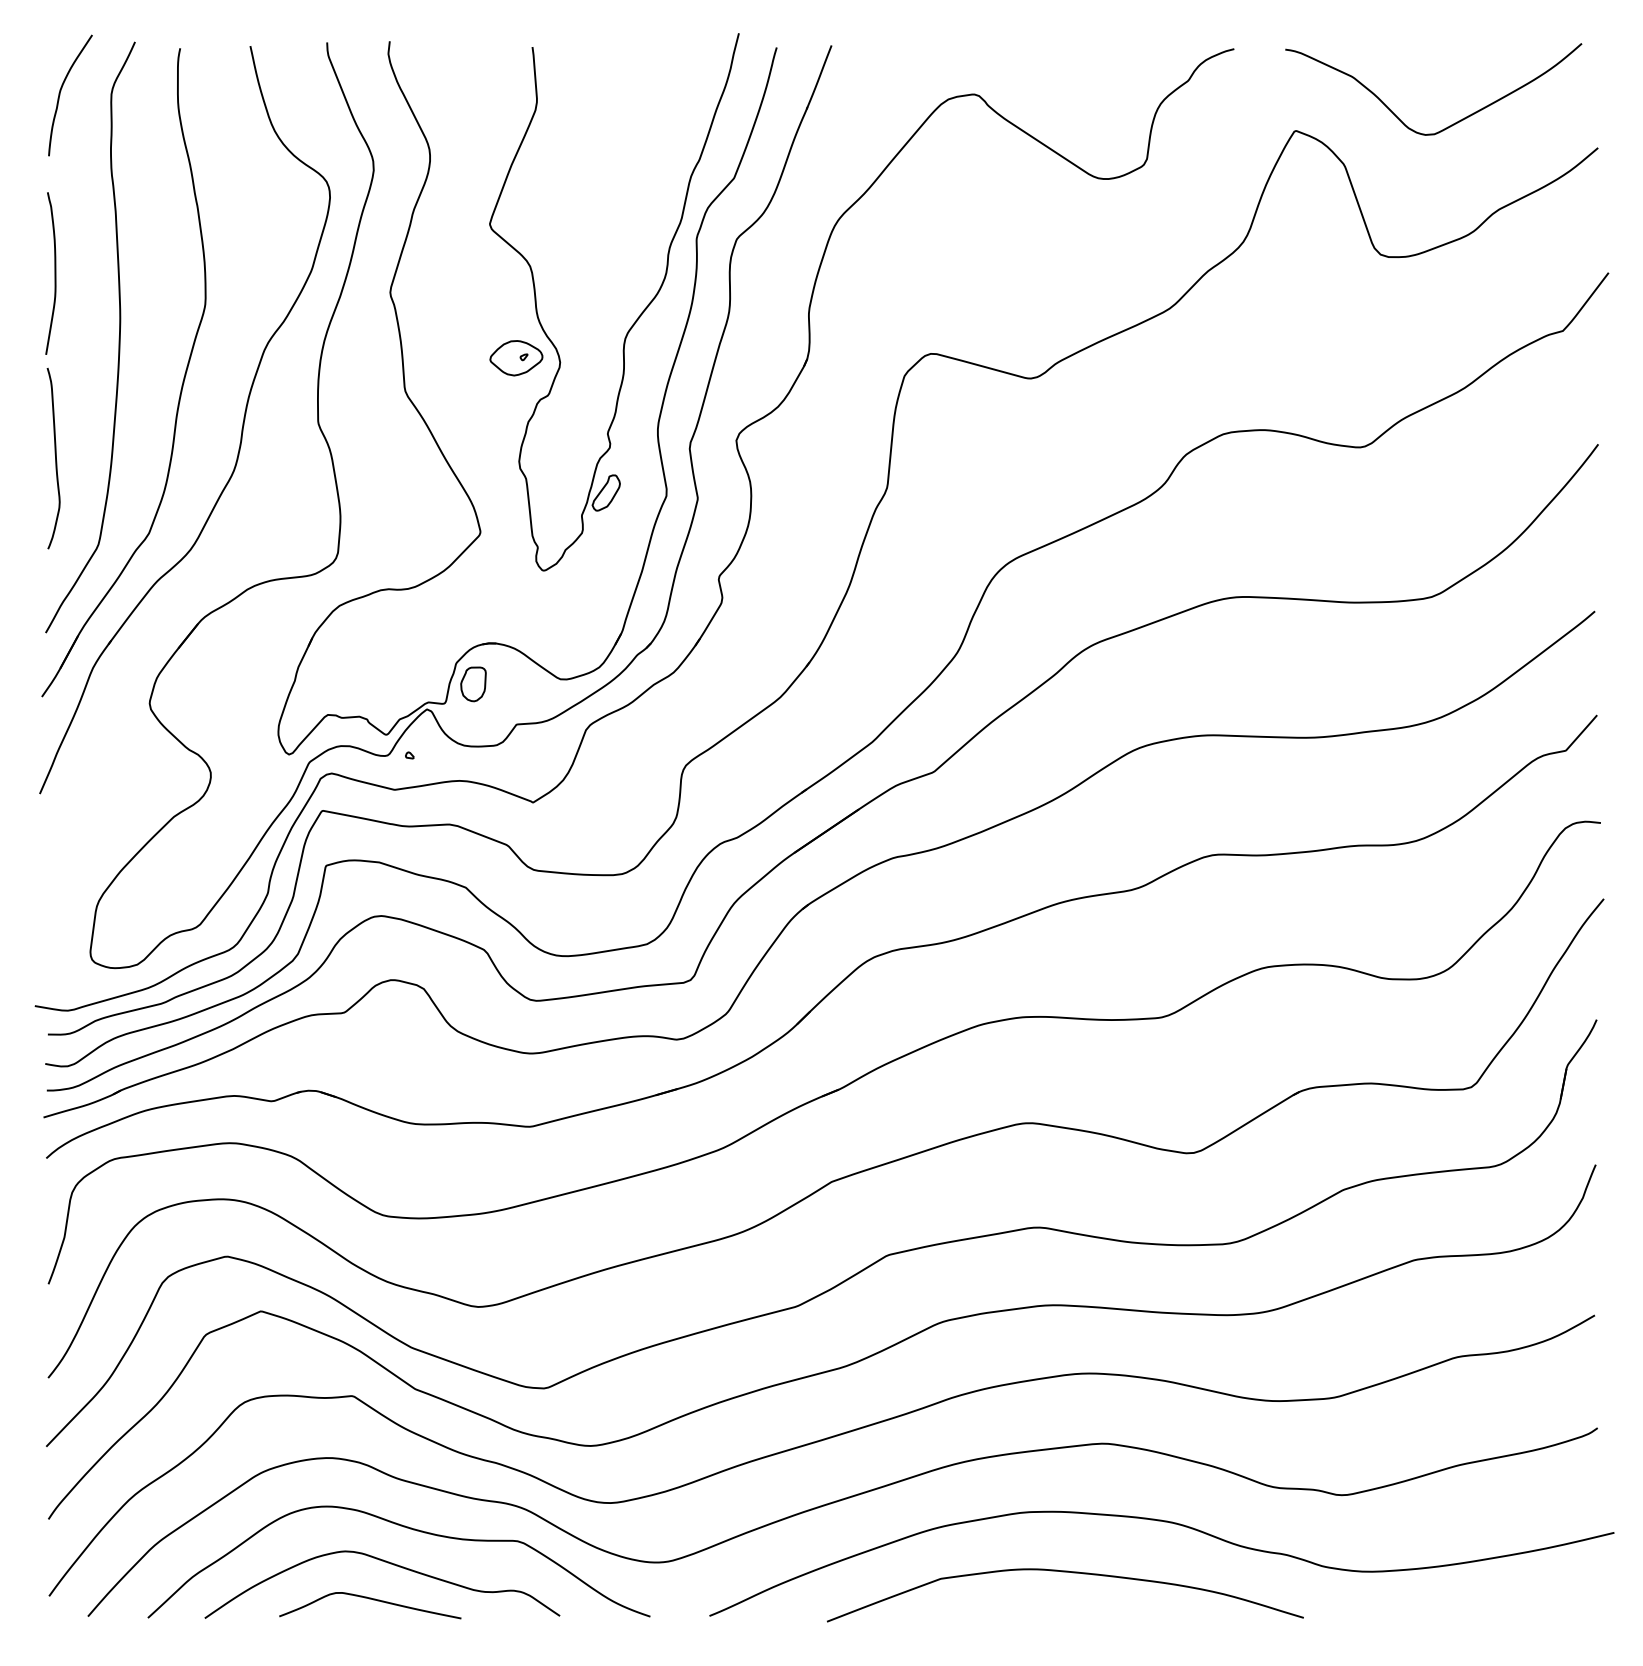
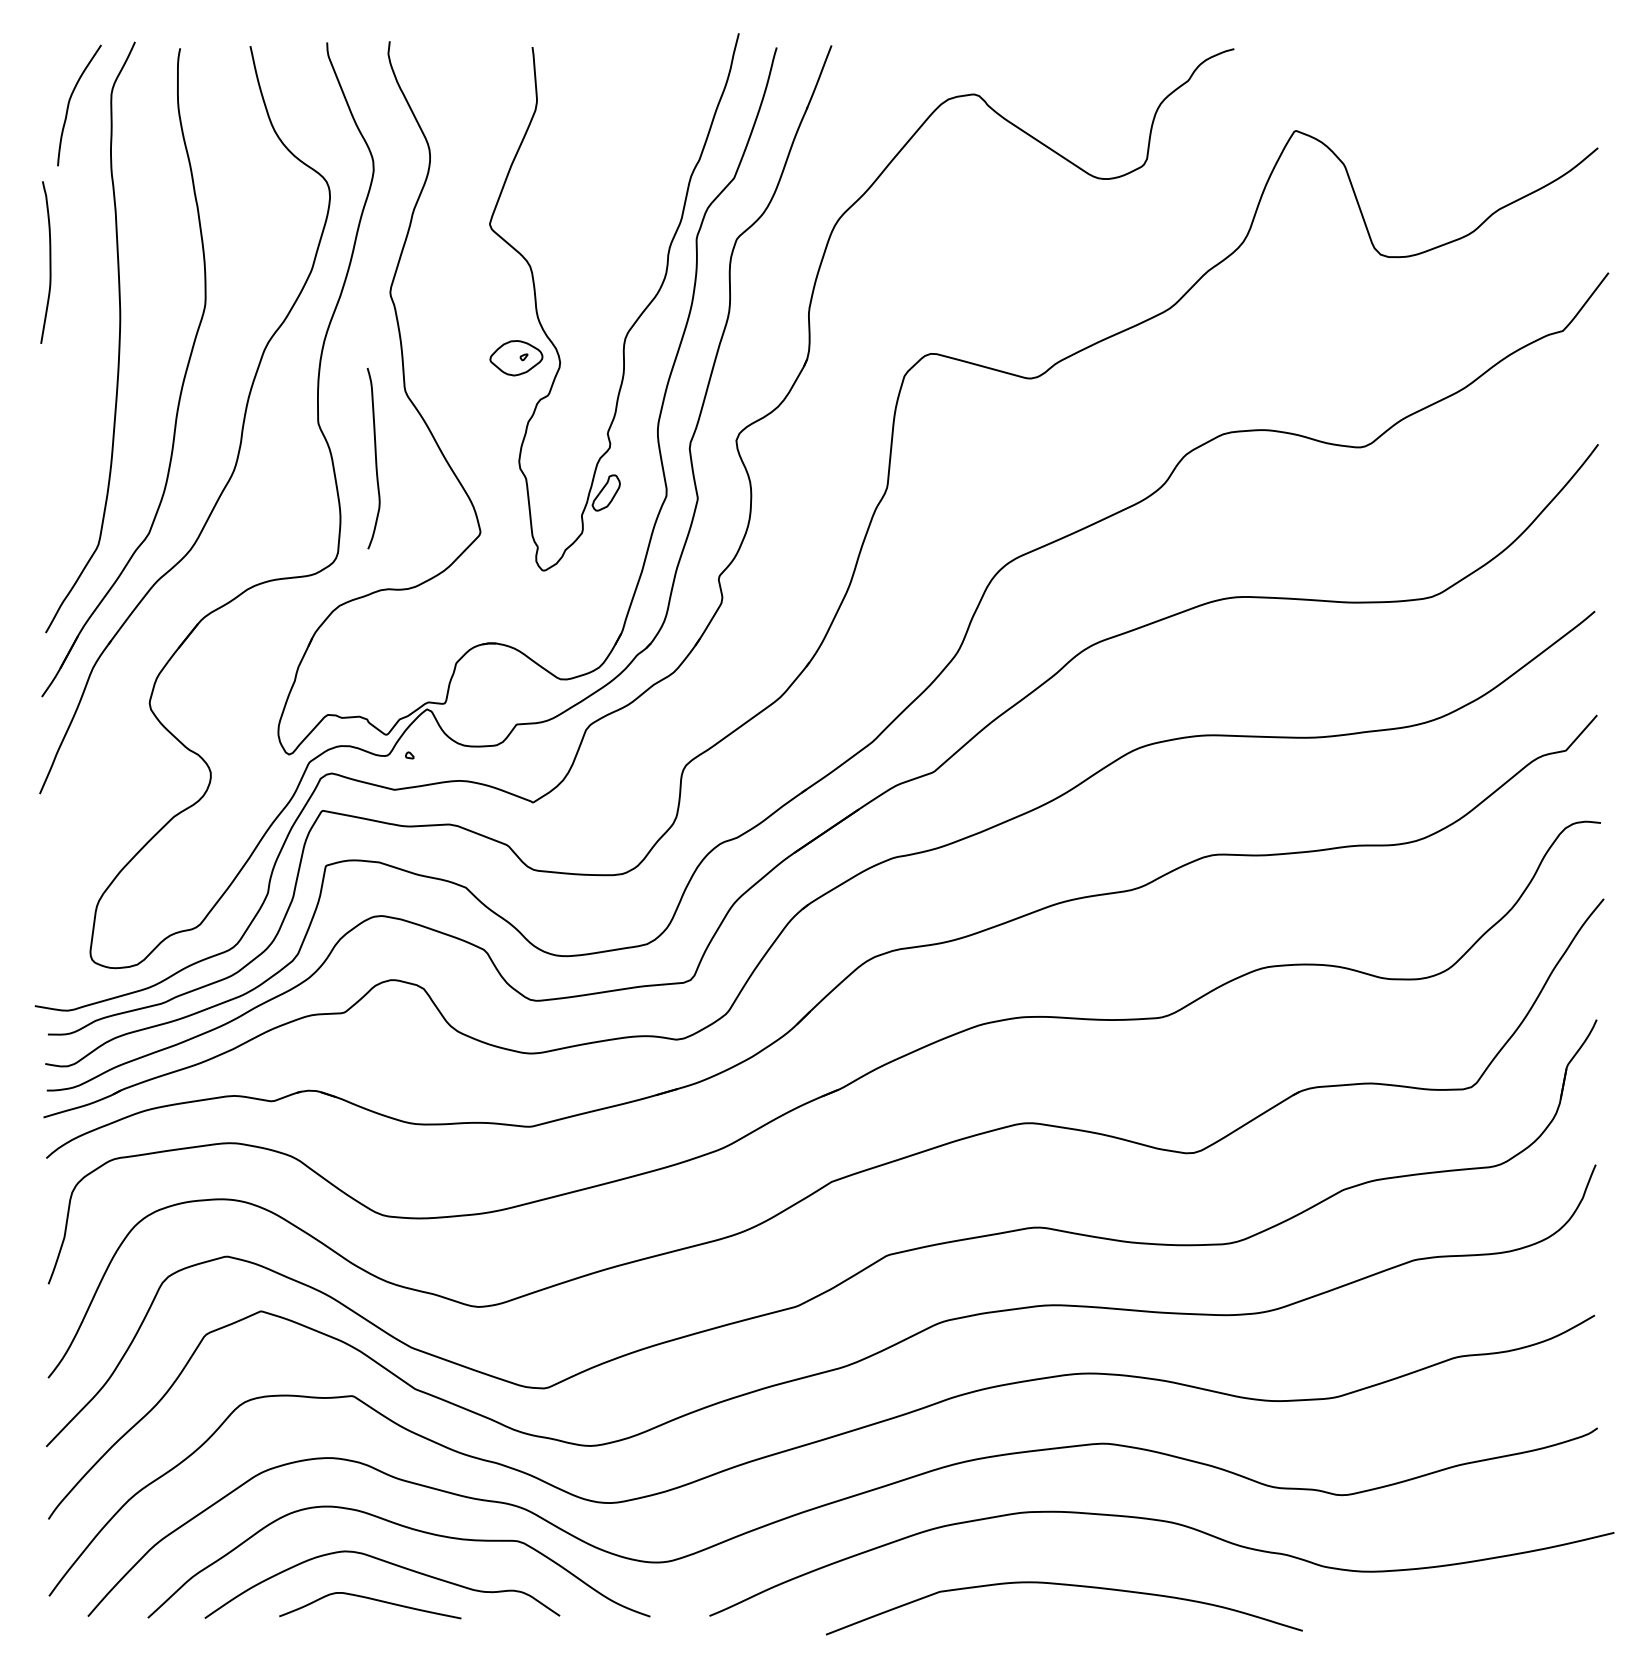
curve at (61, 91) position: (61, 91) -> (70, 101)
curve at (1451, 124): present -> none
curve at (54, 273) position: (54, 273) -> (49, 262)
curve at (55, 458) position: (55, 458) -> (375, 458)
part at (473, 684): present -> none
curve at (1065, 1572) position: (1065, 1572) -> (1064, 1585)
